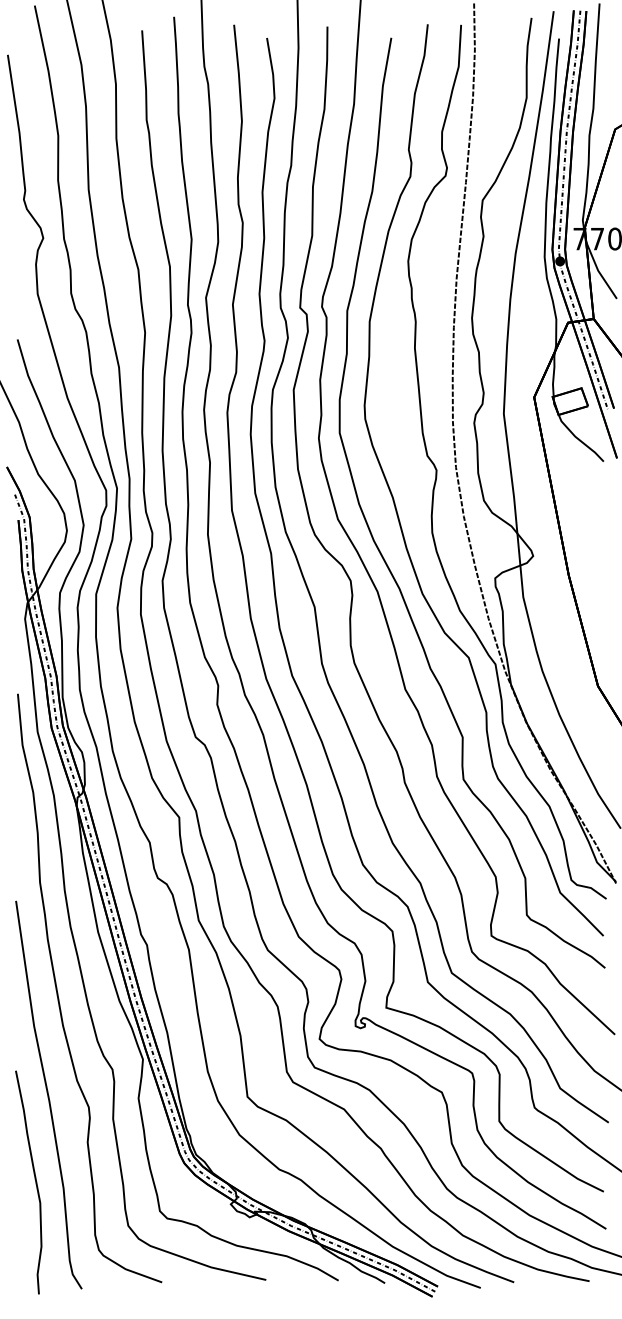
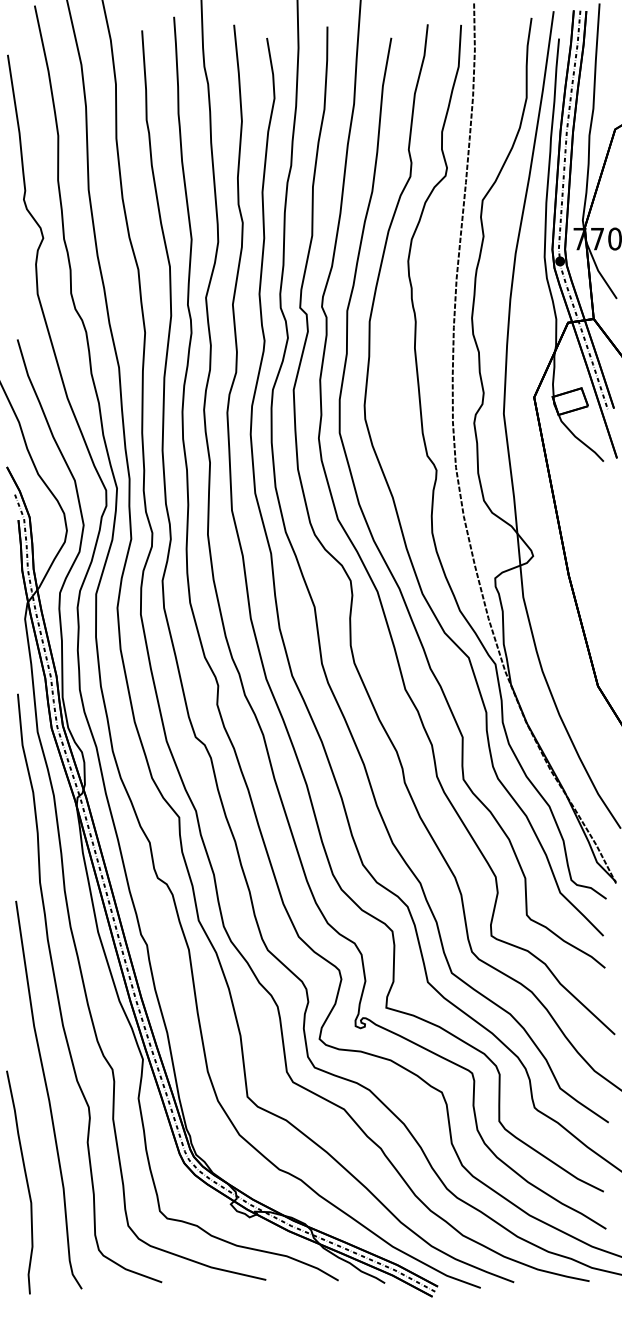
curve at (34, 1179) position: (34, 1179) -> (25, 1179)
